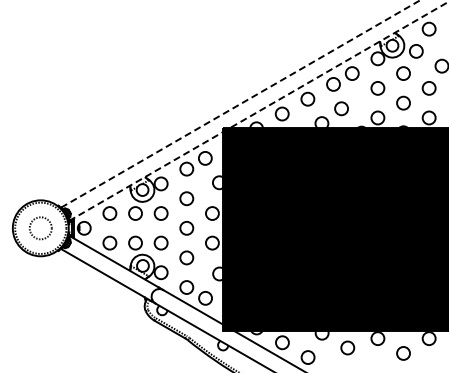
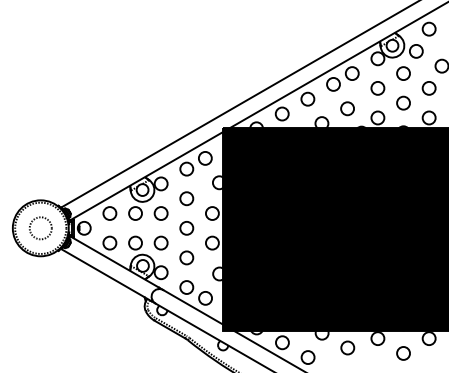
line at (240, 104): dashed -> solid
circle at (341, 108) position: (341, 108) -> (347, 108)
line at (258, 111): dashed -> solid
